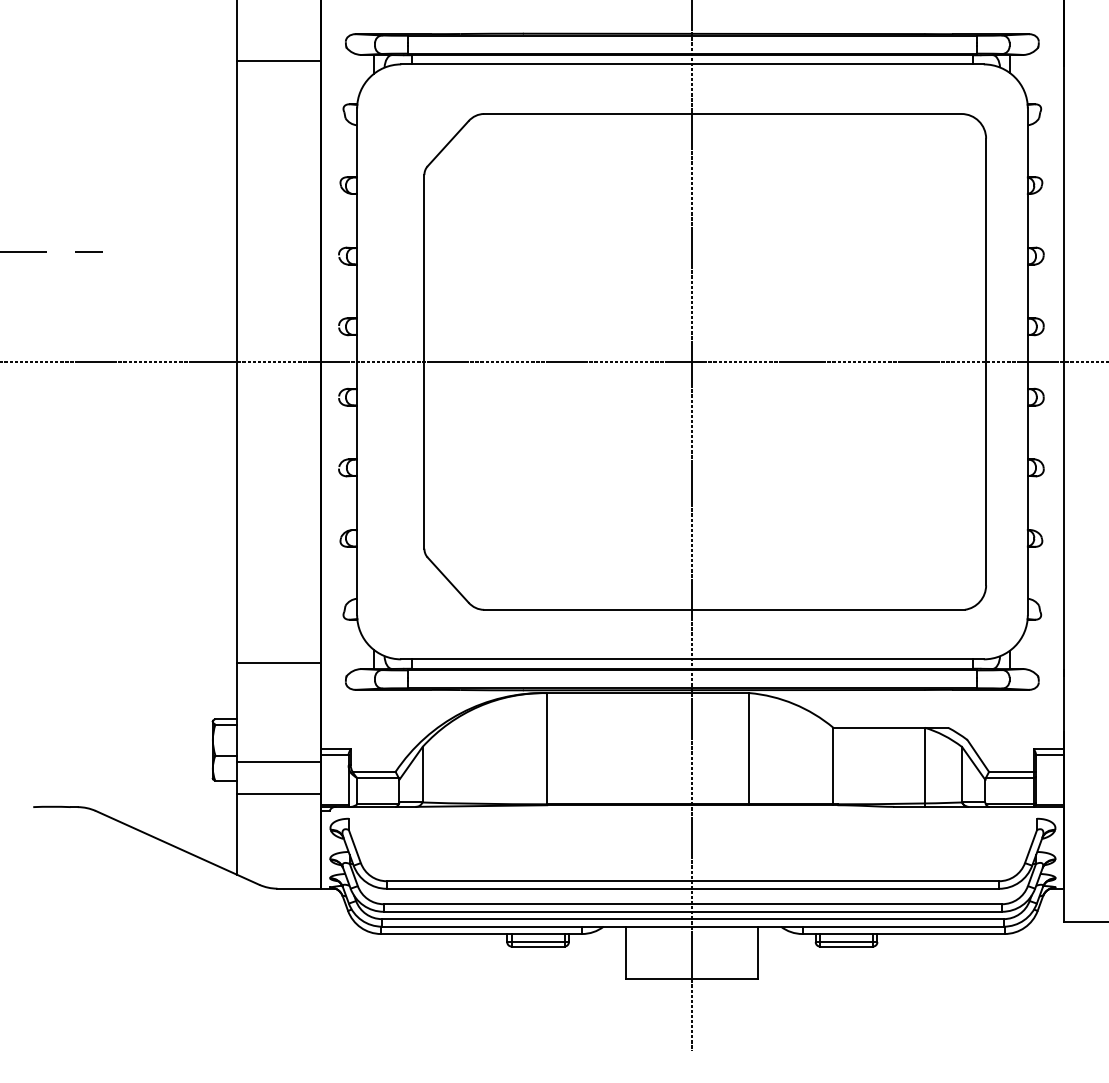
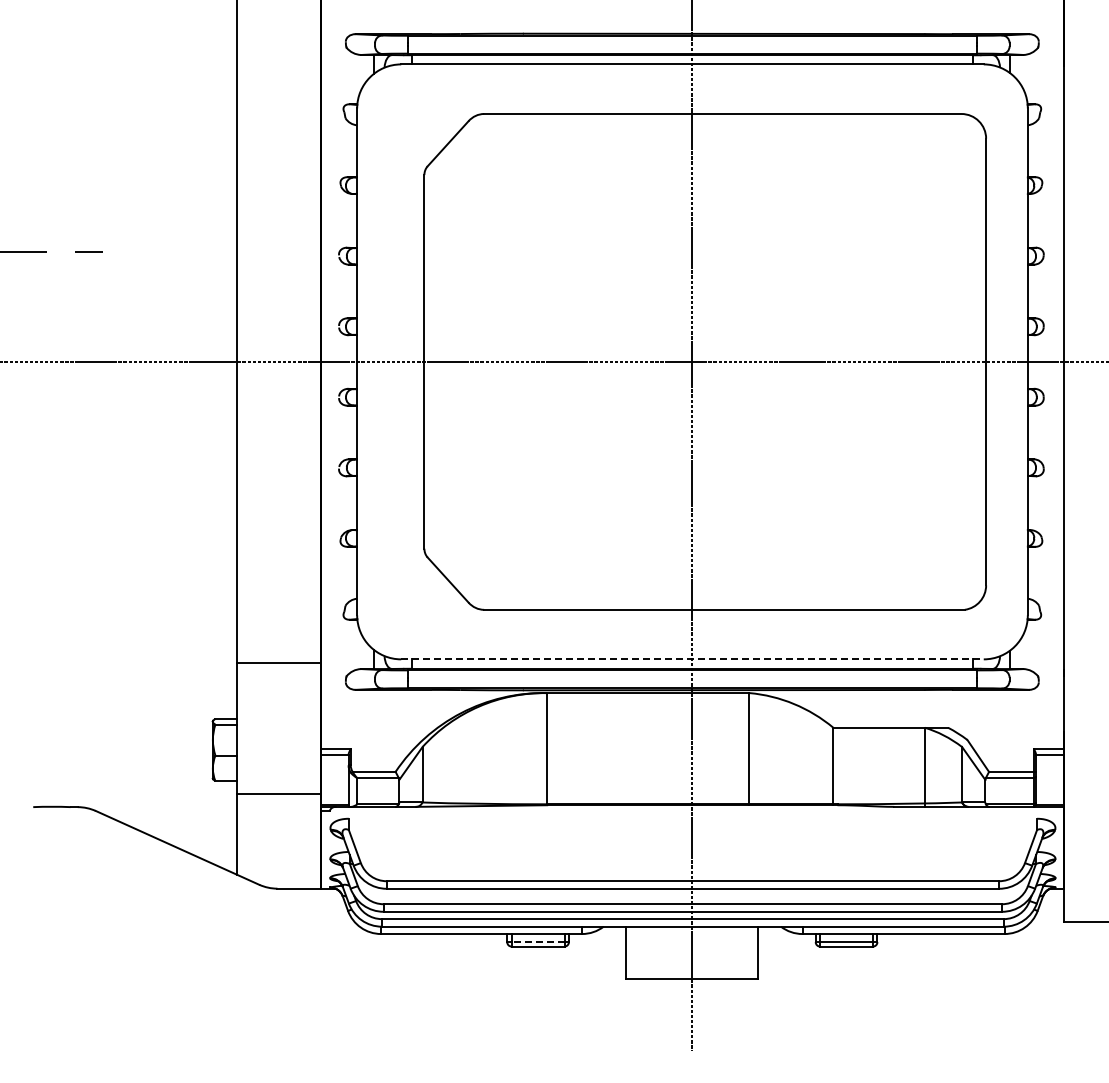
line at (278, 60): present -> none
line at (693, 659): solid -> dashed
line at (278, 761): present -> none
line at (537, 942): solid -> dashed
